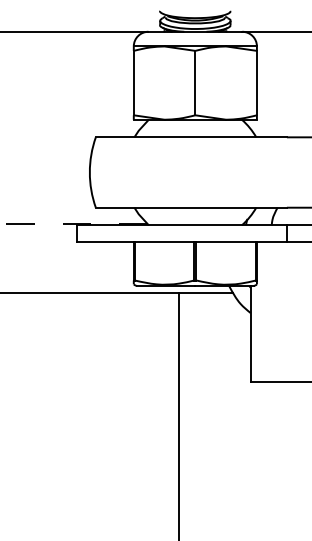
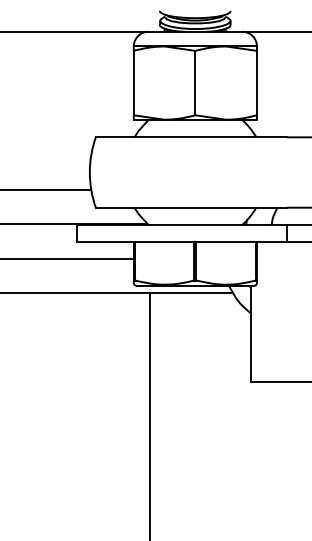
line at (46, 190): none -> present
line at (73, 223): dashed -> solid
line at (67, 258): none -> present
line at (178, 414) position: (178, 414) -> (149, 414)
